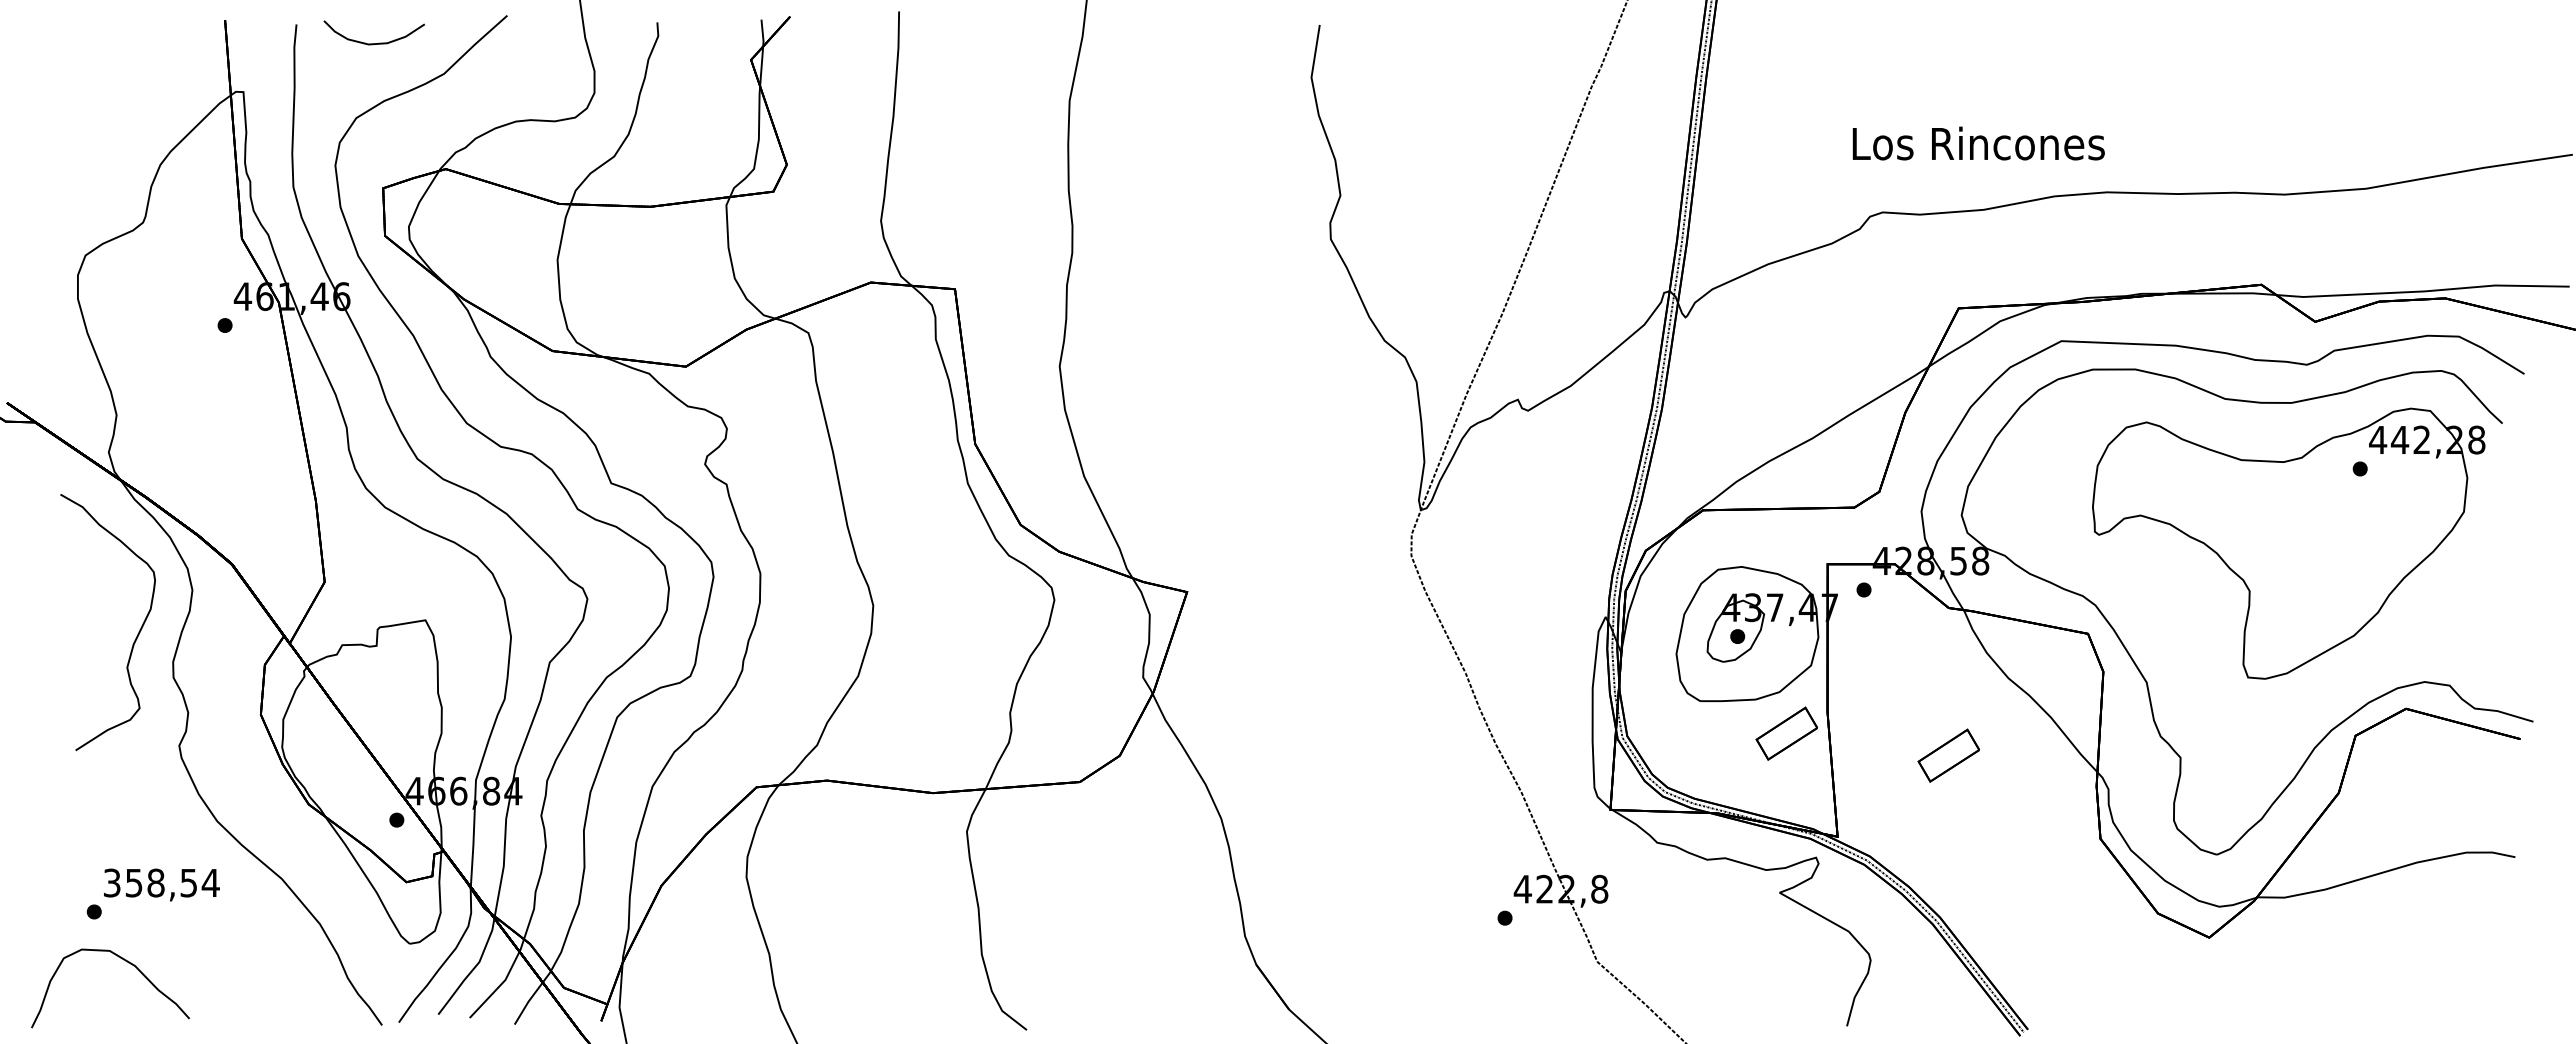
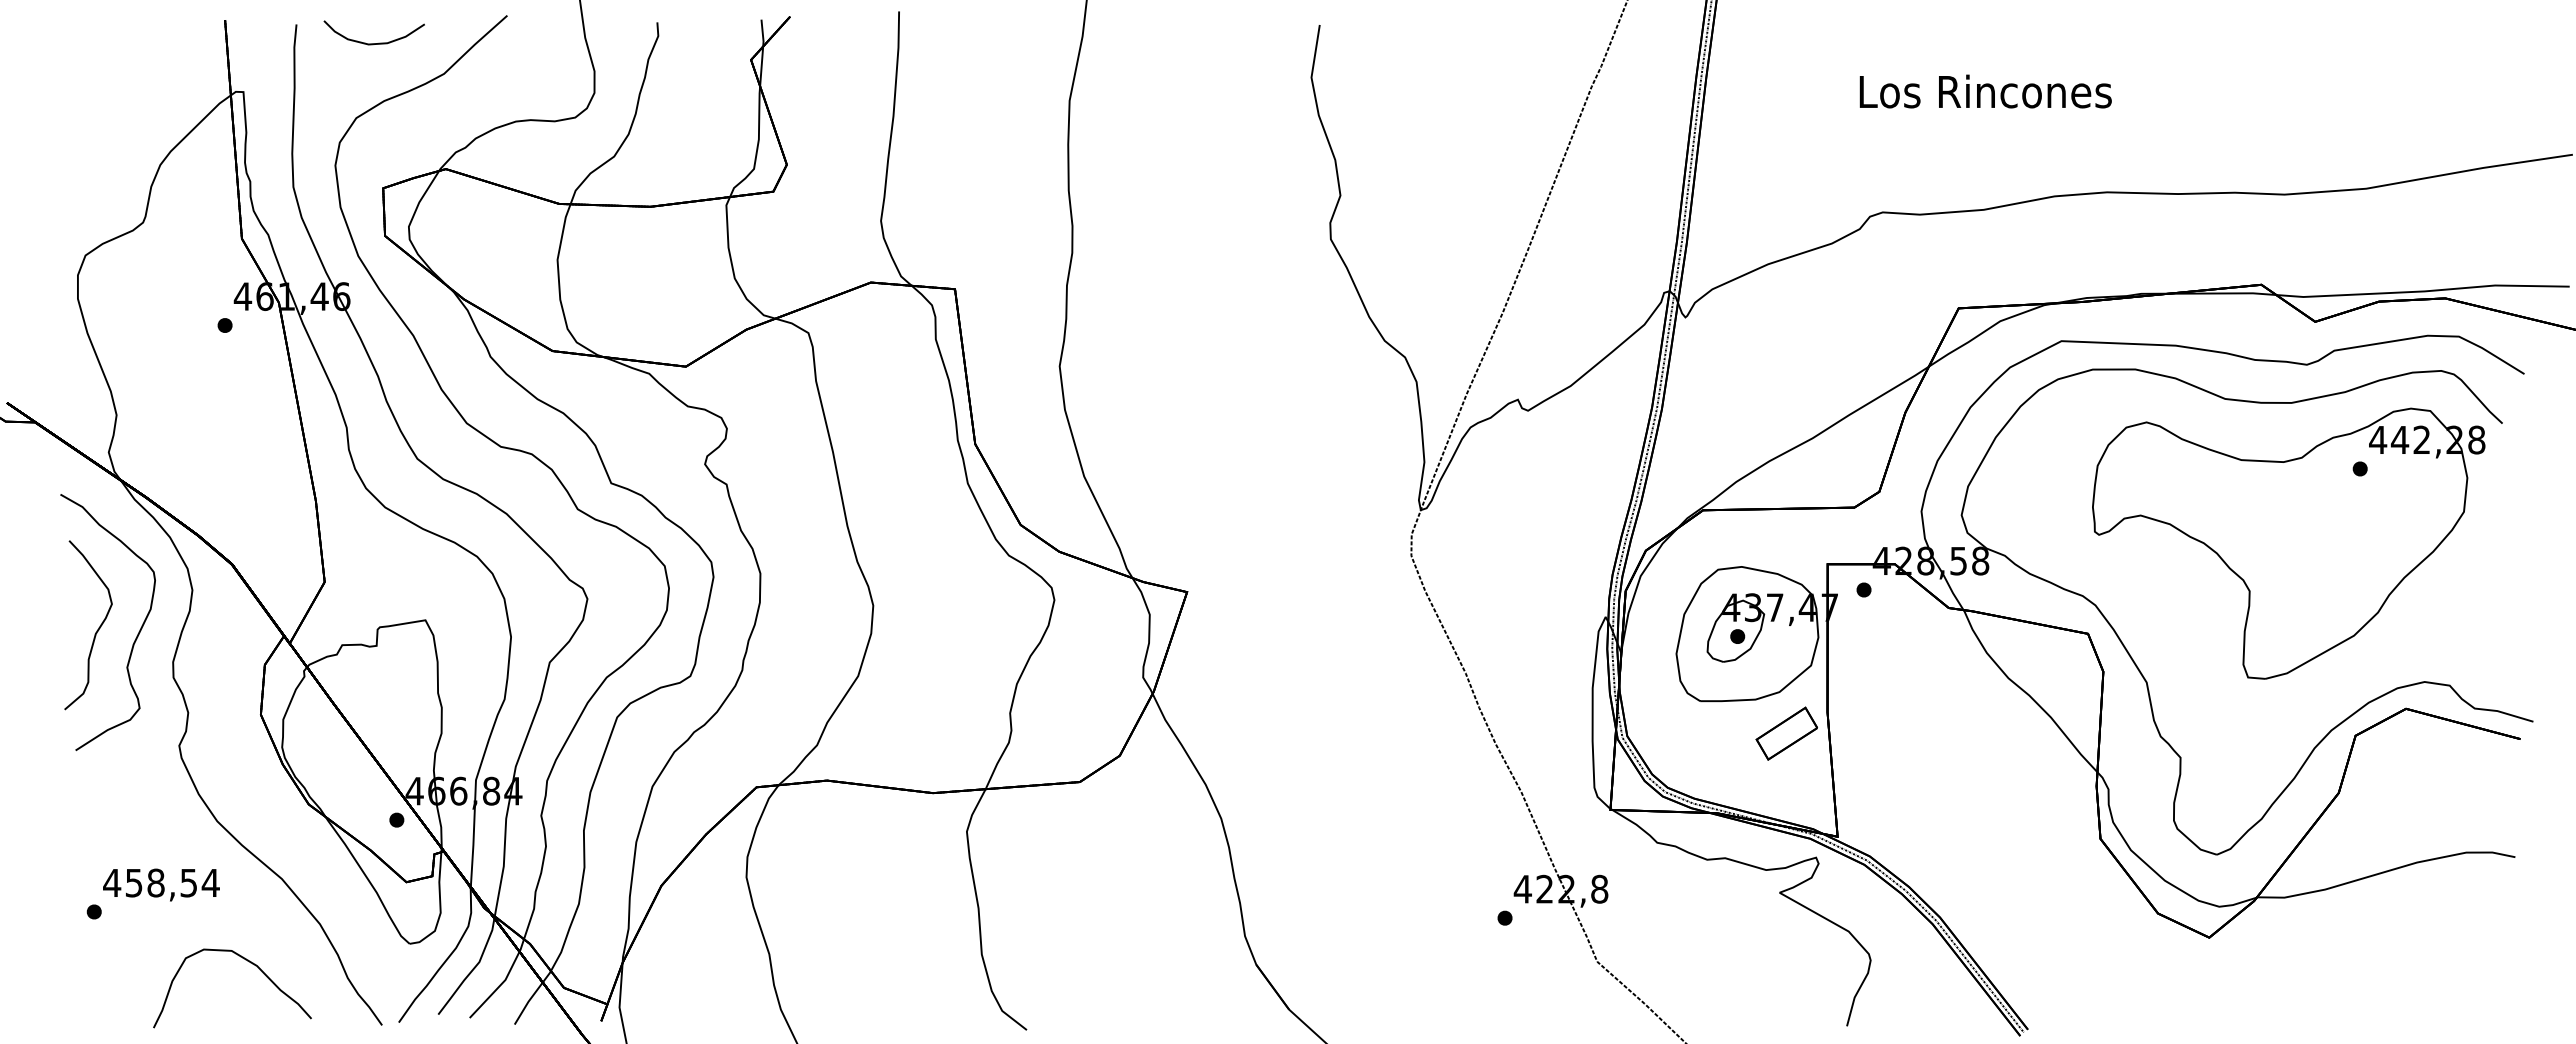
text at (1978, 143) position: (1978, 143) -> (1985, 91)
curve at (96, 630): none -> present
part at (1948, 755): present -> none
text at (112, 882): 358,54 -> 458,54
curve at (128, 963) position: (128, 963) -> (250, 963)
